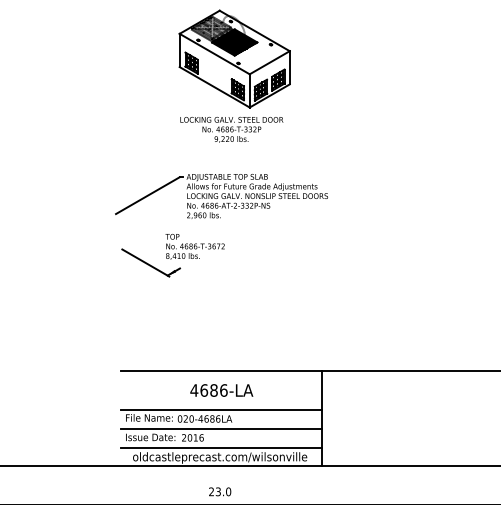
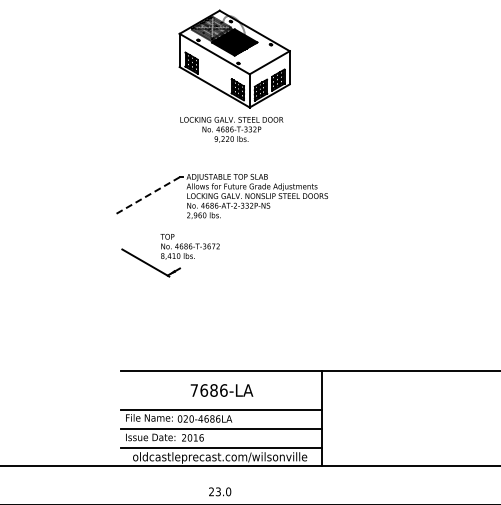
line at (147, 195): solid -> dashed
text at (194, 246) position: (194, 246) -> (189, 246)
text at (194, 390): 4686-LA -> 7686-LA
